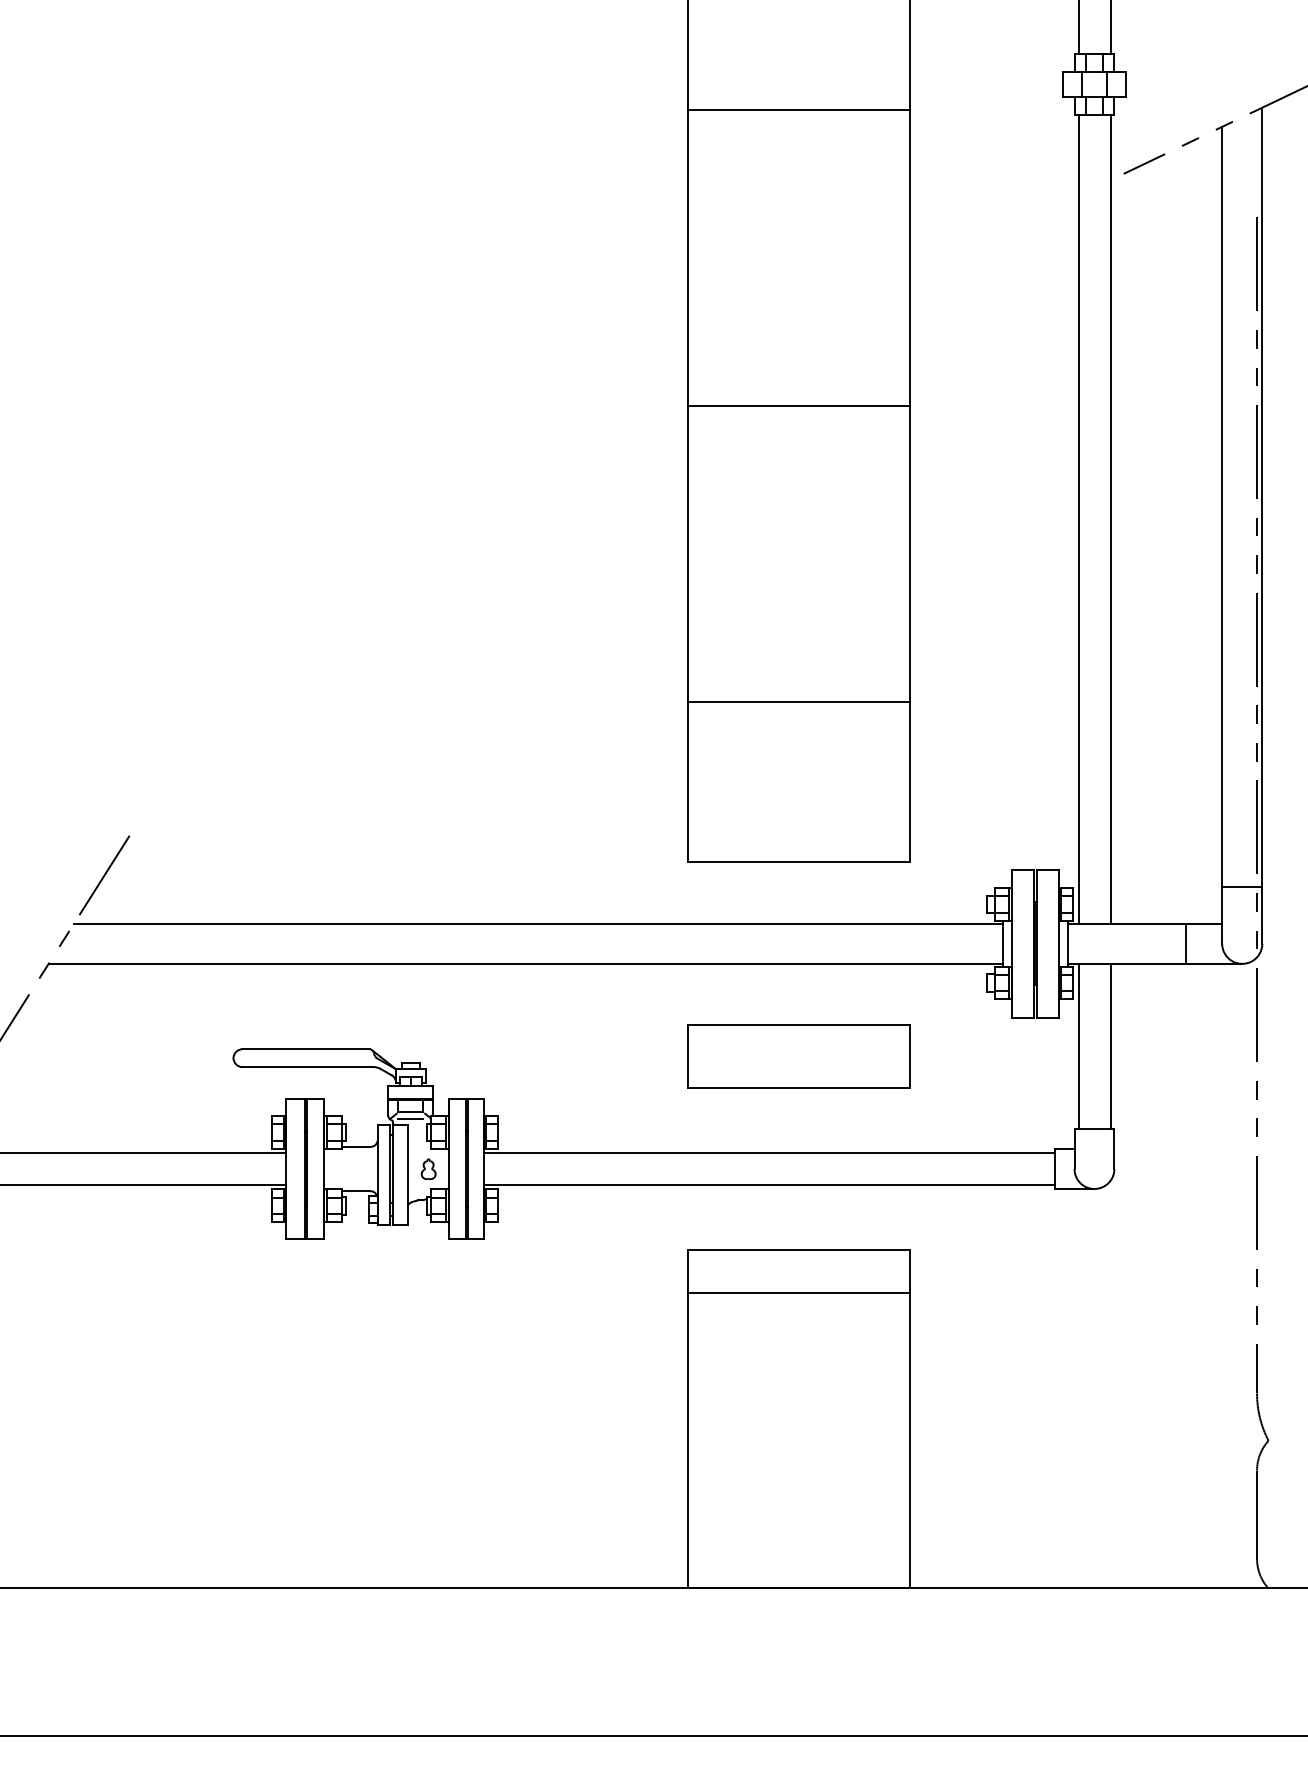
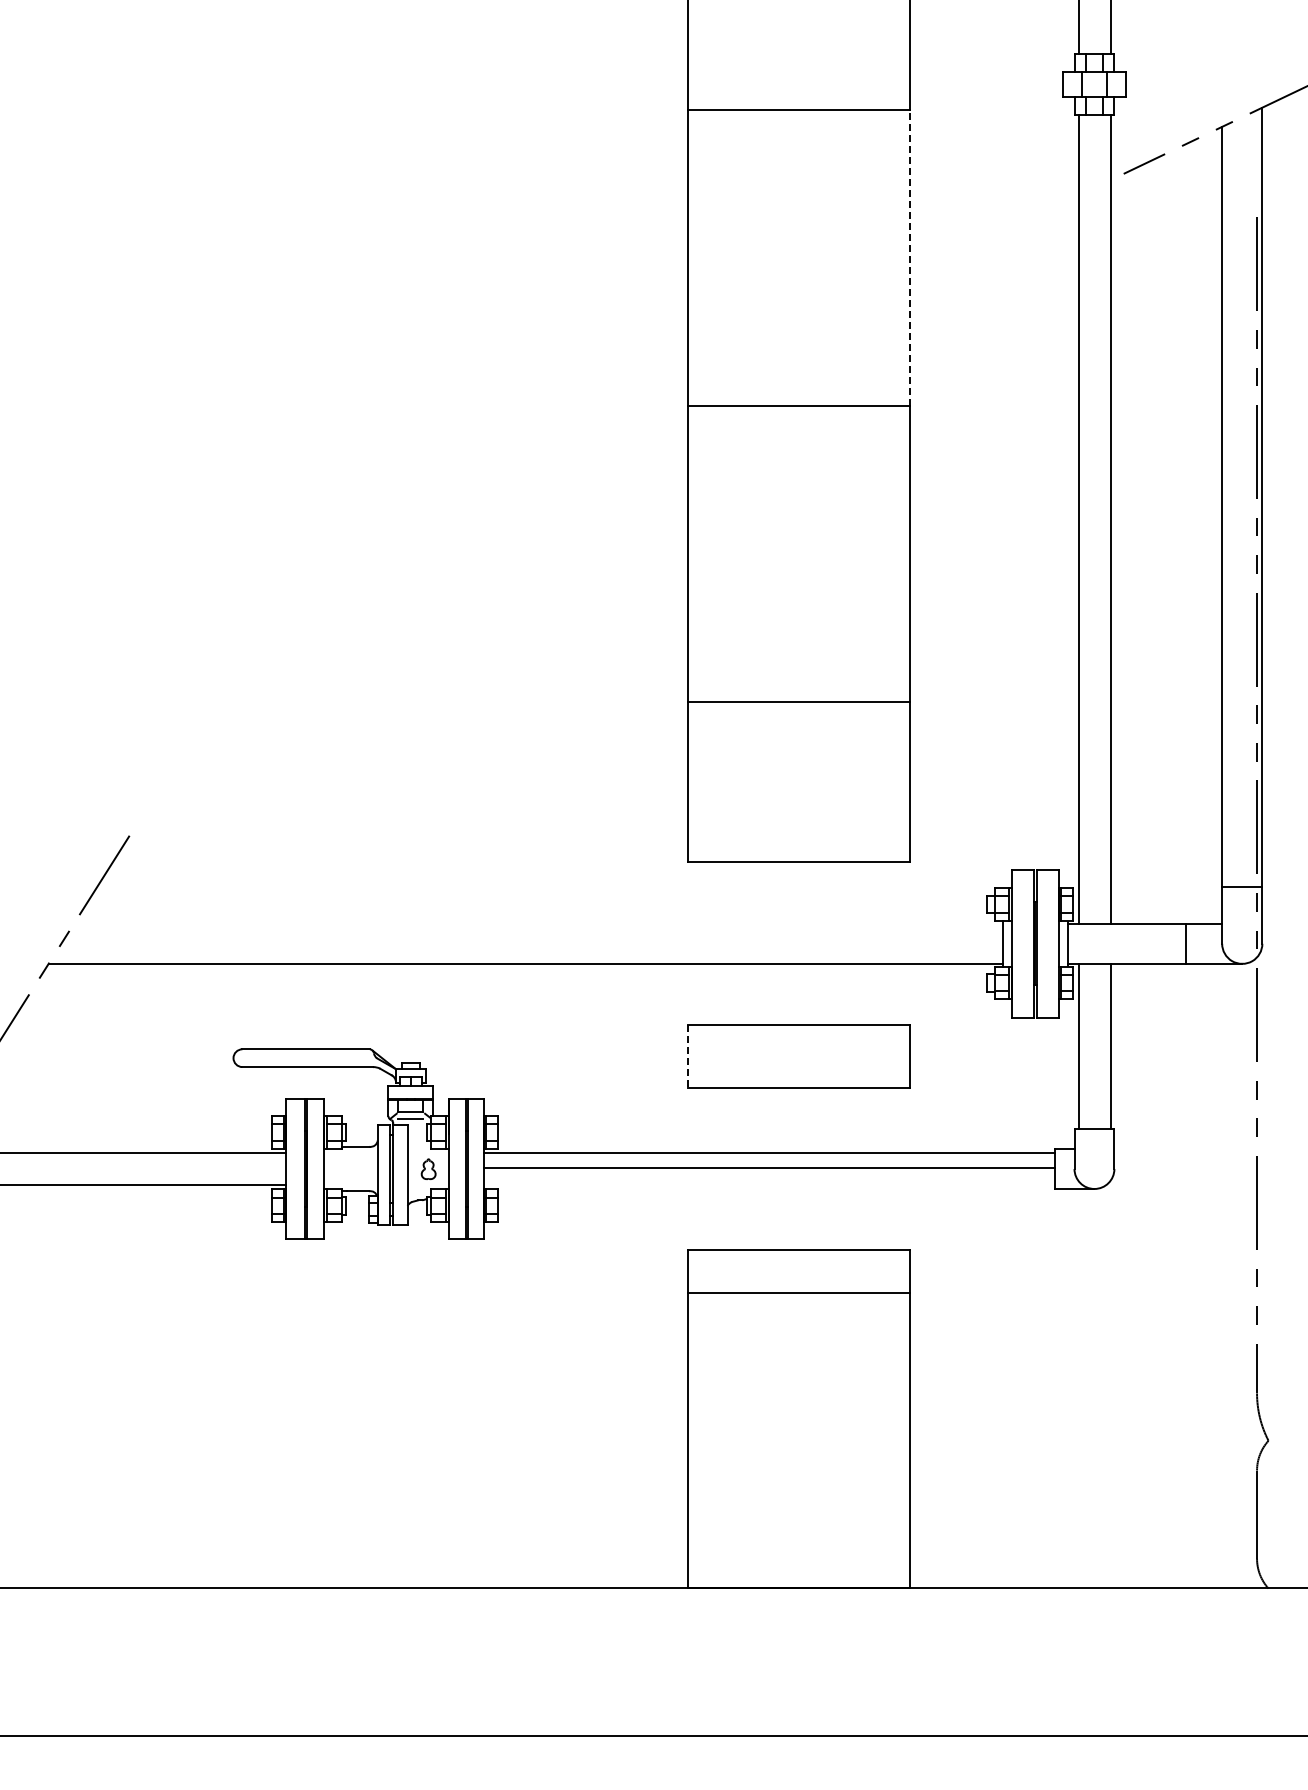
line at (909, 258): solid -> dashed
line at (538, 923): present -> none
line at (688, 1056): solid -> dashed
line at (769, 1185) position: (769, 1185) -> (769, 1168)
